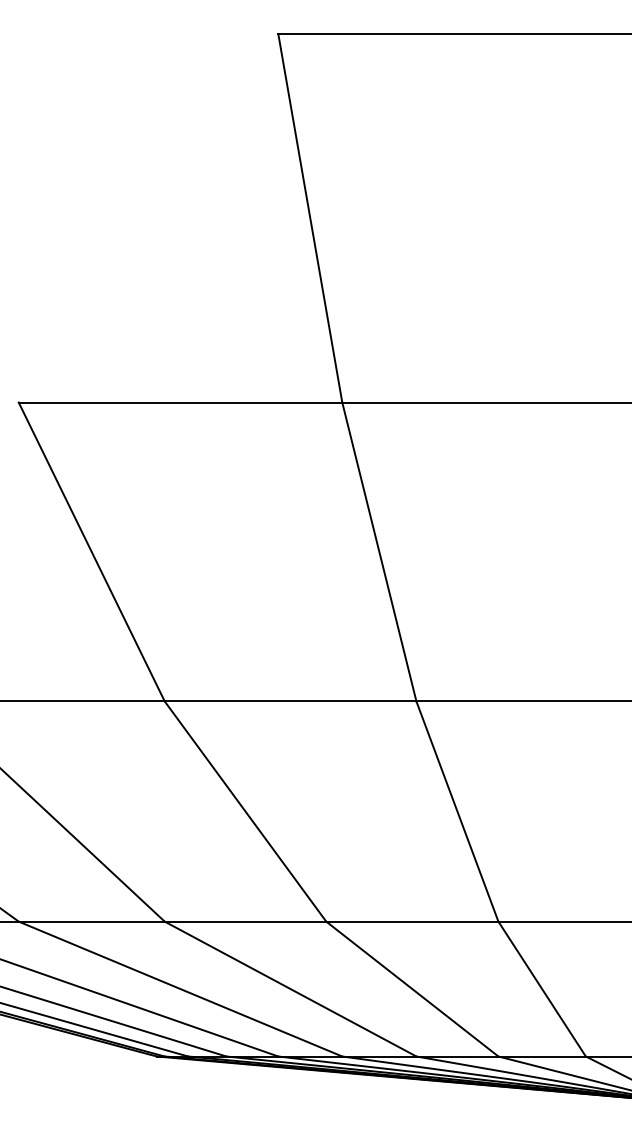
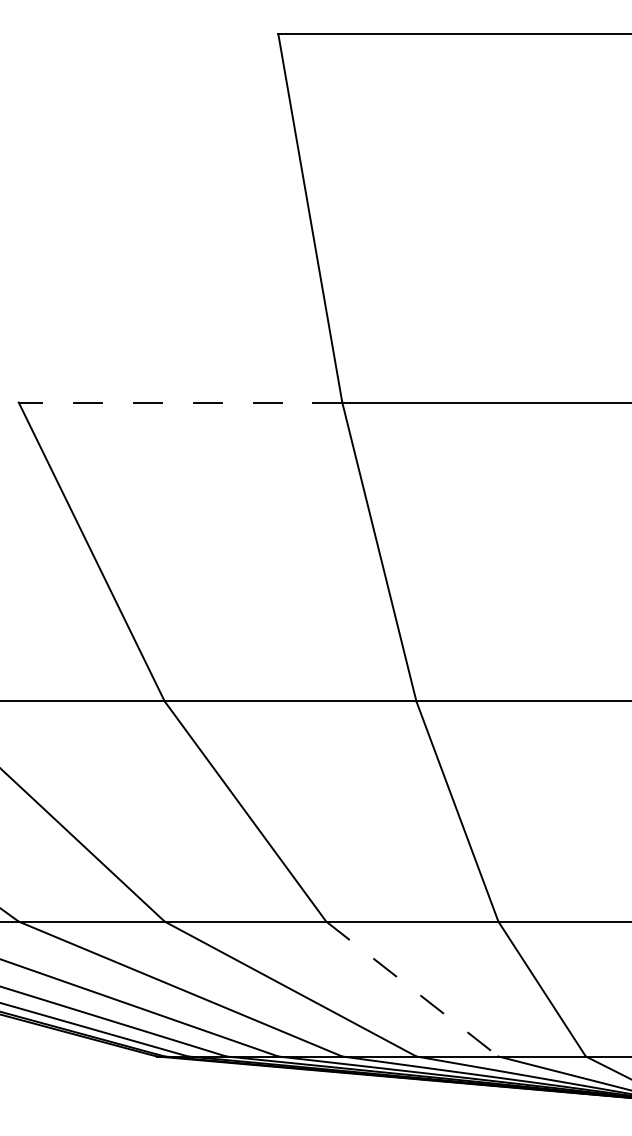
line at (180, 402): solid -> dashed
line at (412, 989): solid -> dashed
